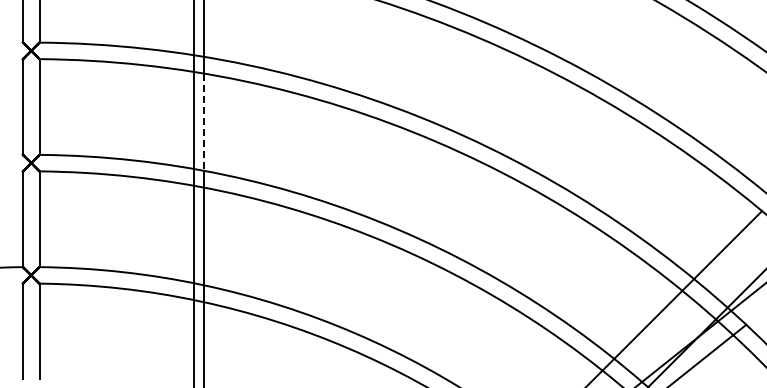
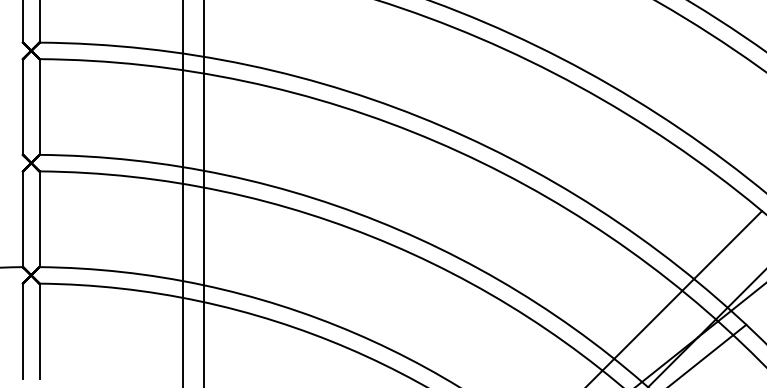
line at (203, 122): dashed -> solid
line at (194, 193) position: (194, 193) -> (183, 193)
